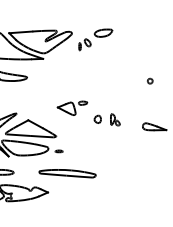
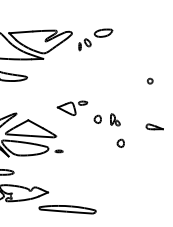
part at (154, 126) size: 26x10 px -> 19x8 px
part at (120, 142): none -> present
part at (67, 173) position: (67, 173) -> (67, 209)
